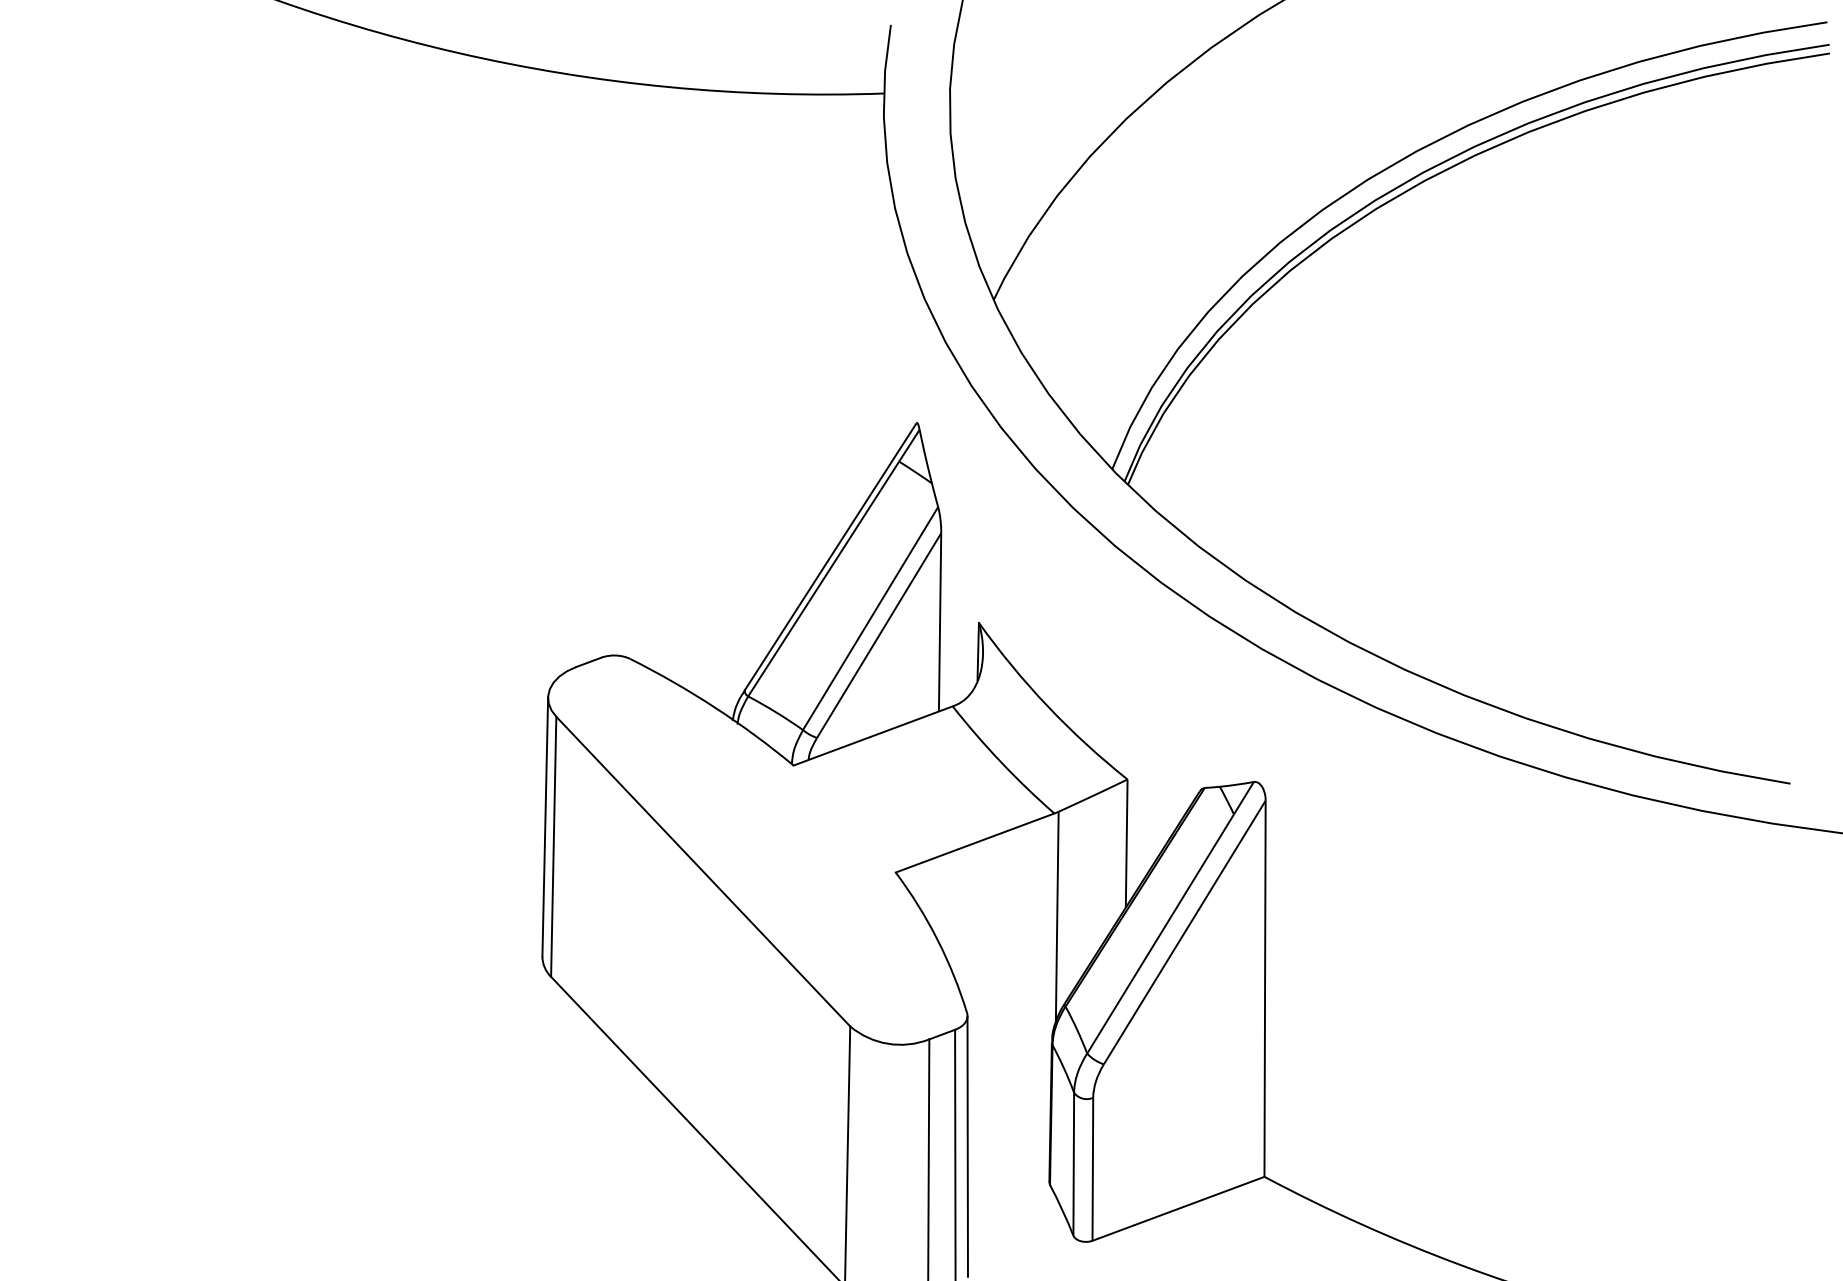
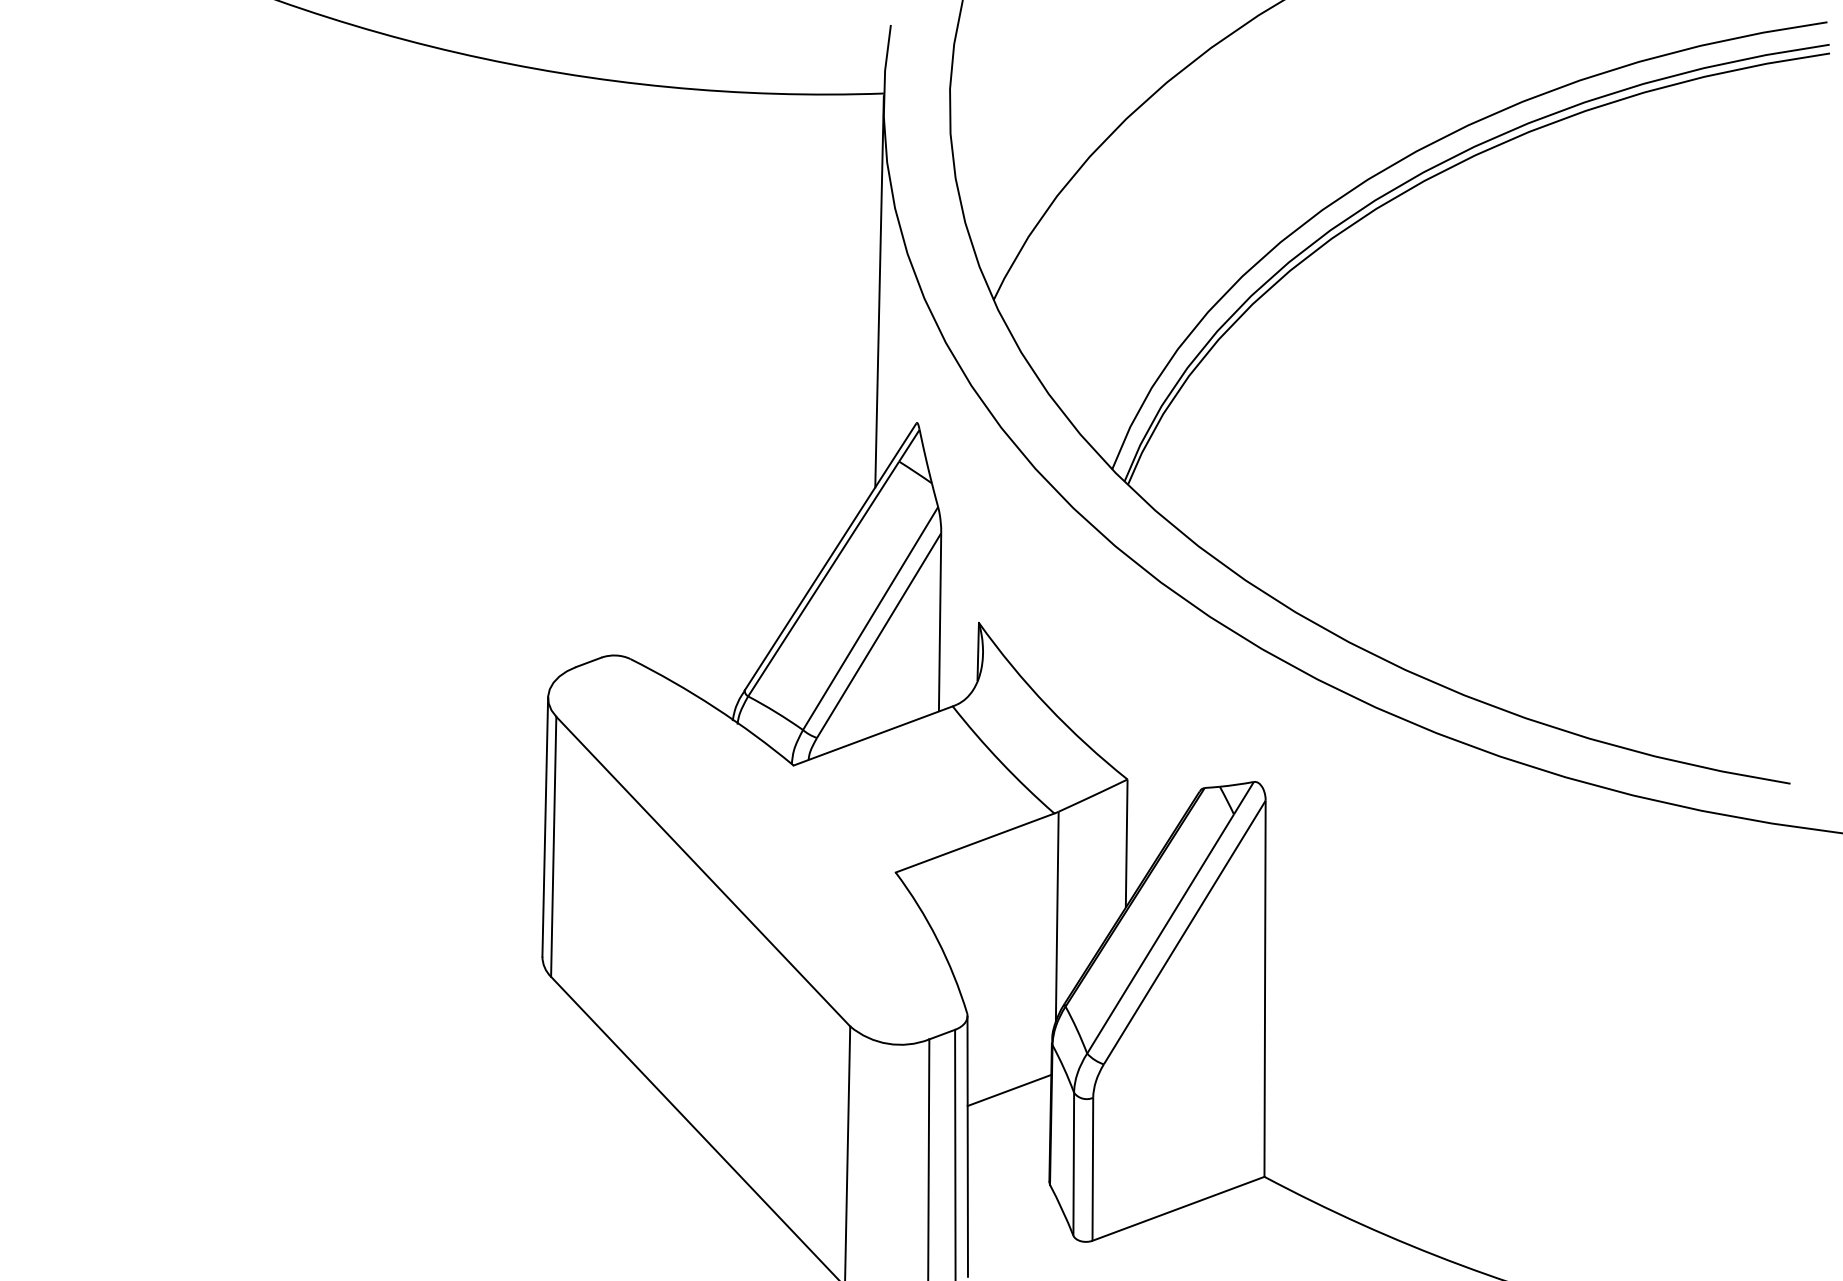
line at (879, 291): none -> present
line at (1009, 1090): none -> present
